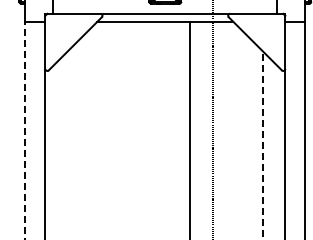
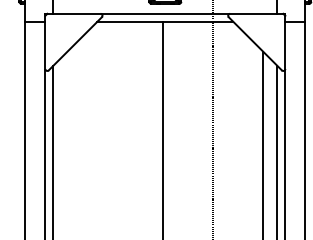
line at (190, 128) position: (190, 128) -> (163, 128)
line at (25, 130): dashed -> solid
line at (263, 145): dashed -> solid
line at (53, 150): none -> present
line at (277, 150): none -> present
